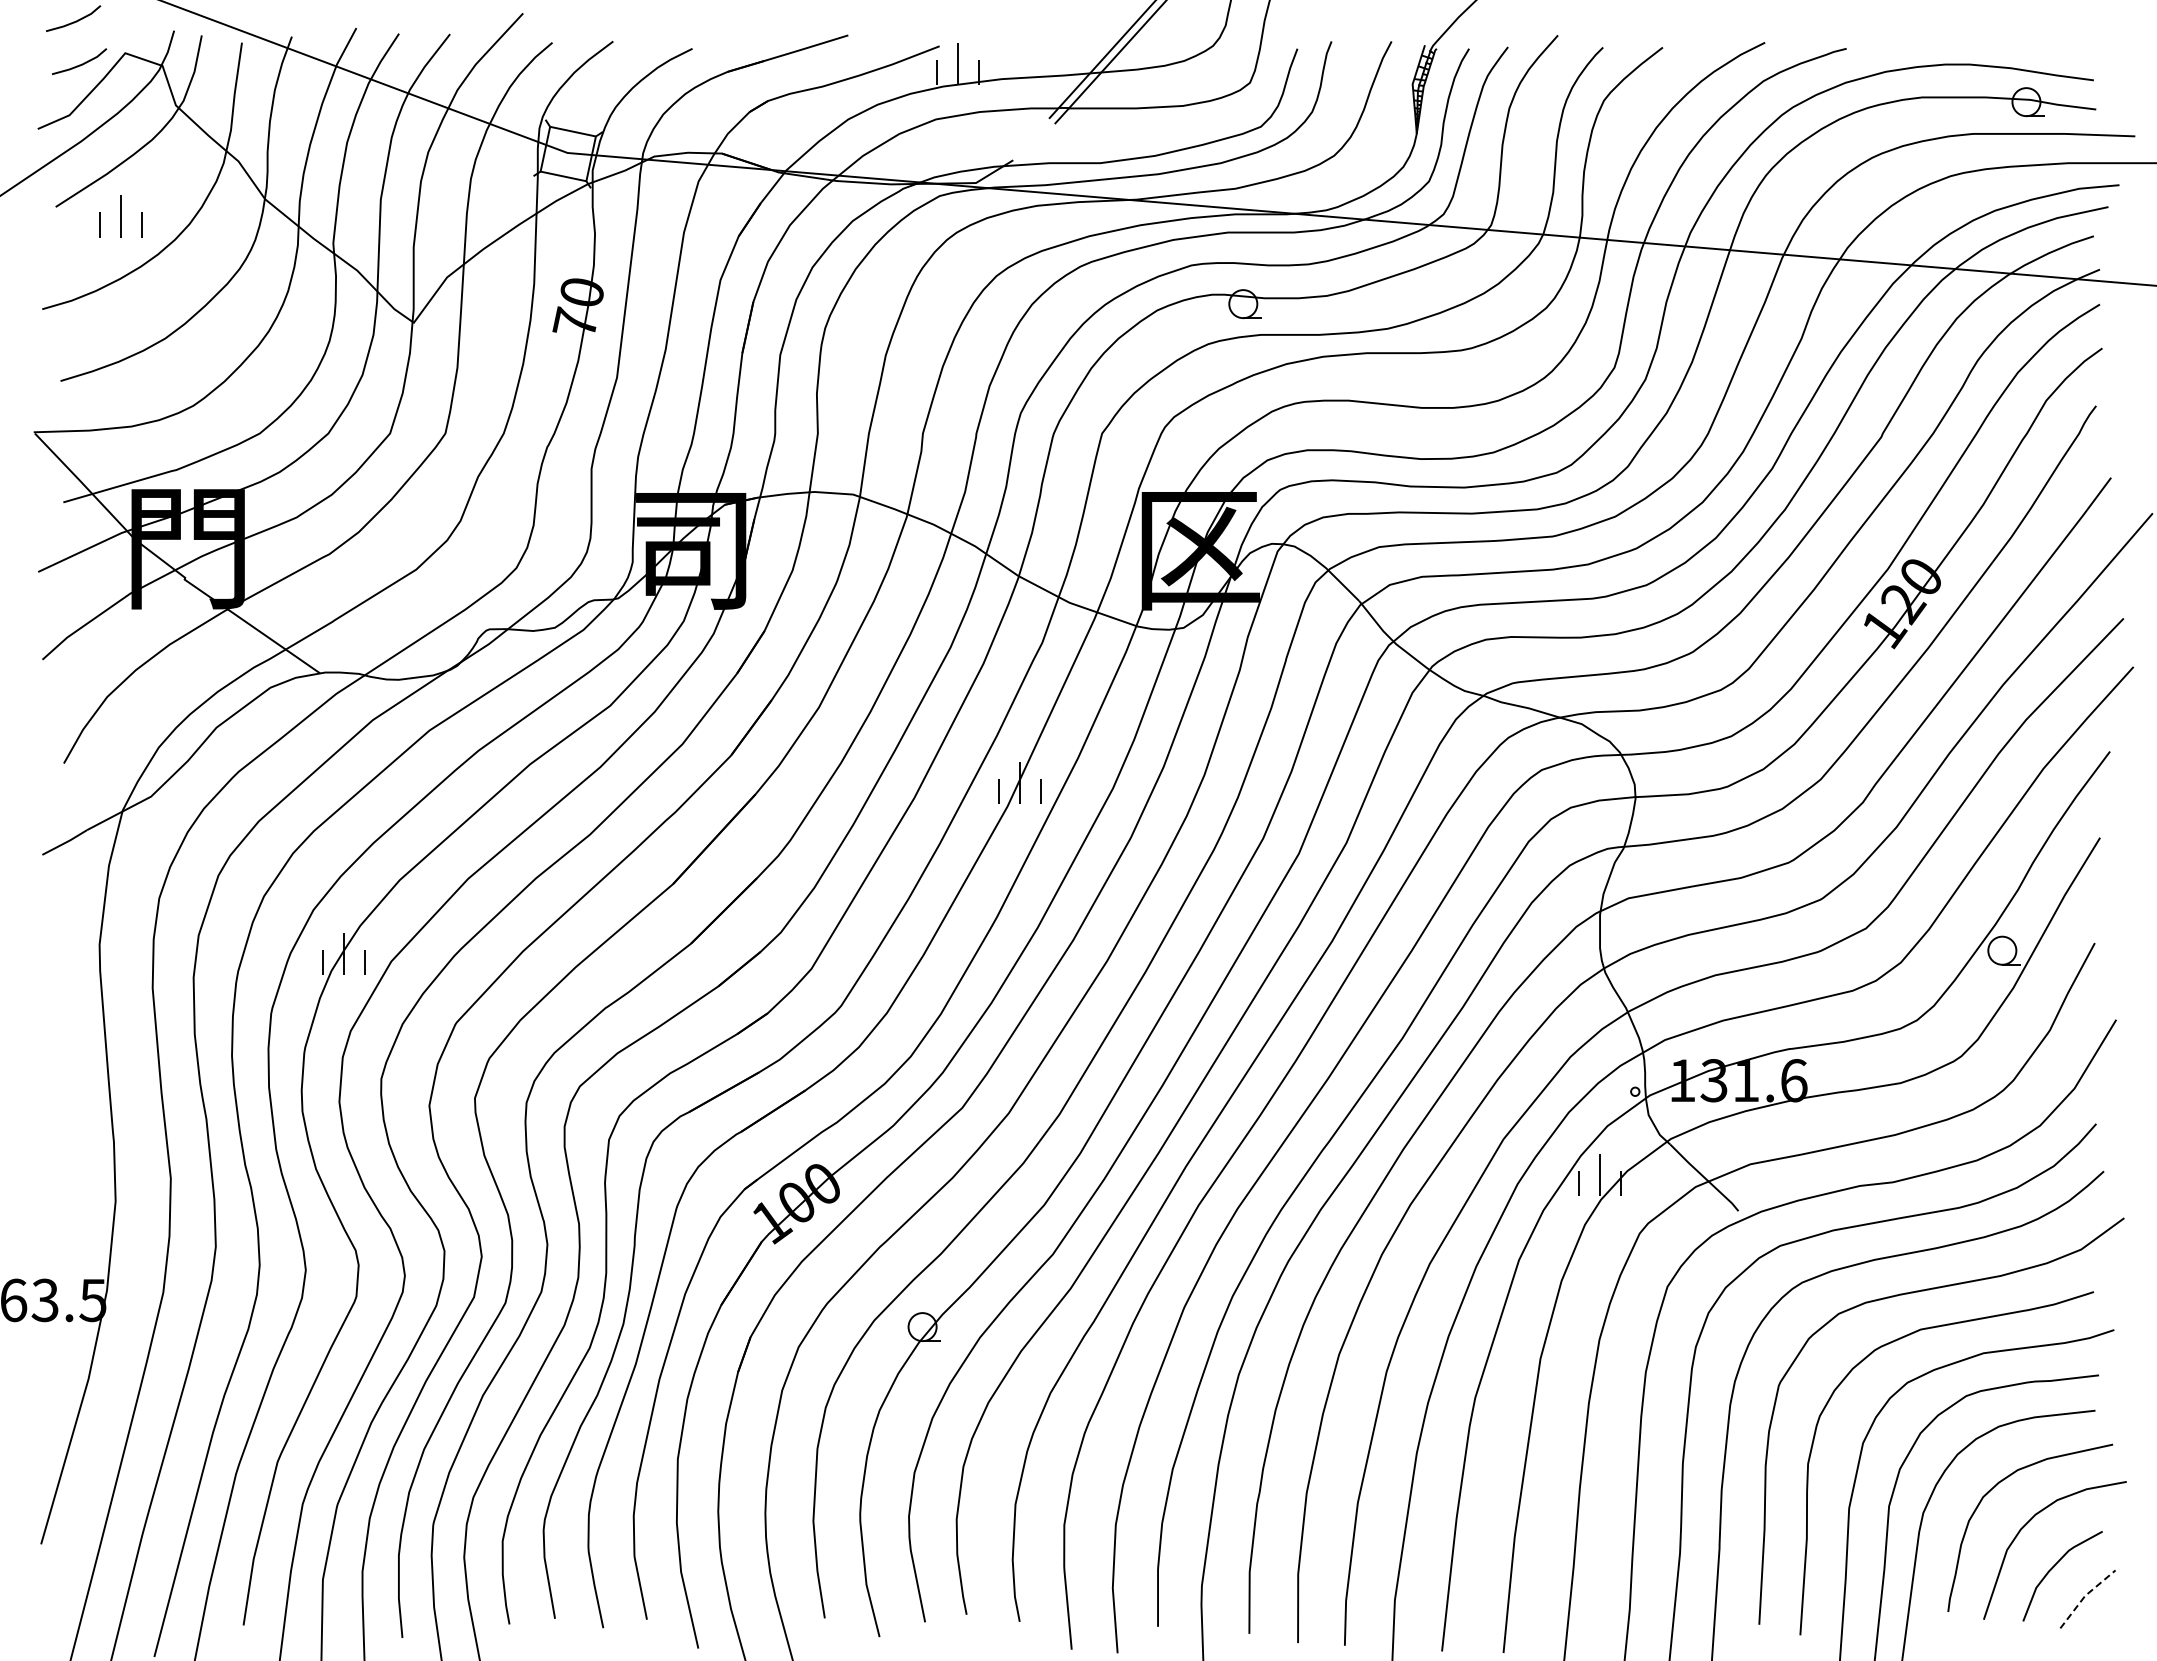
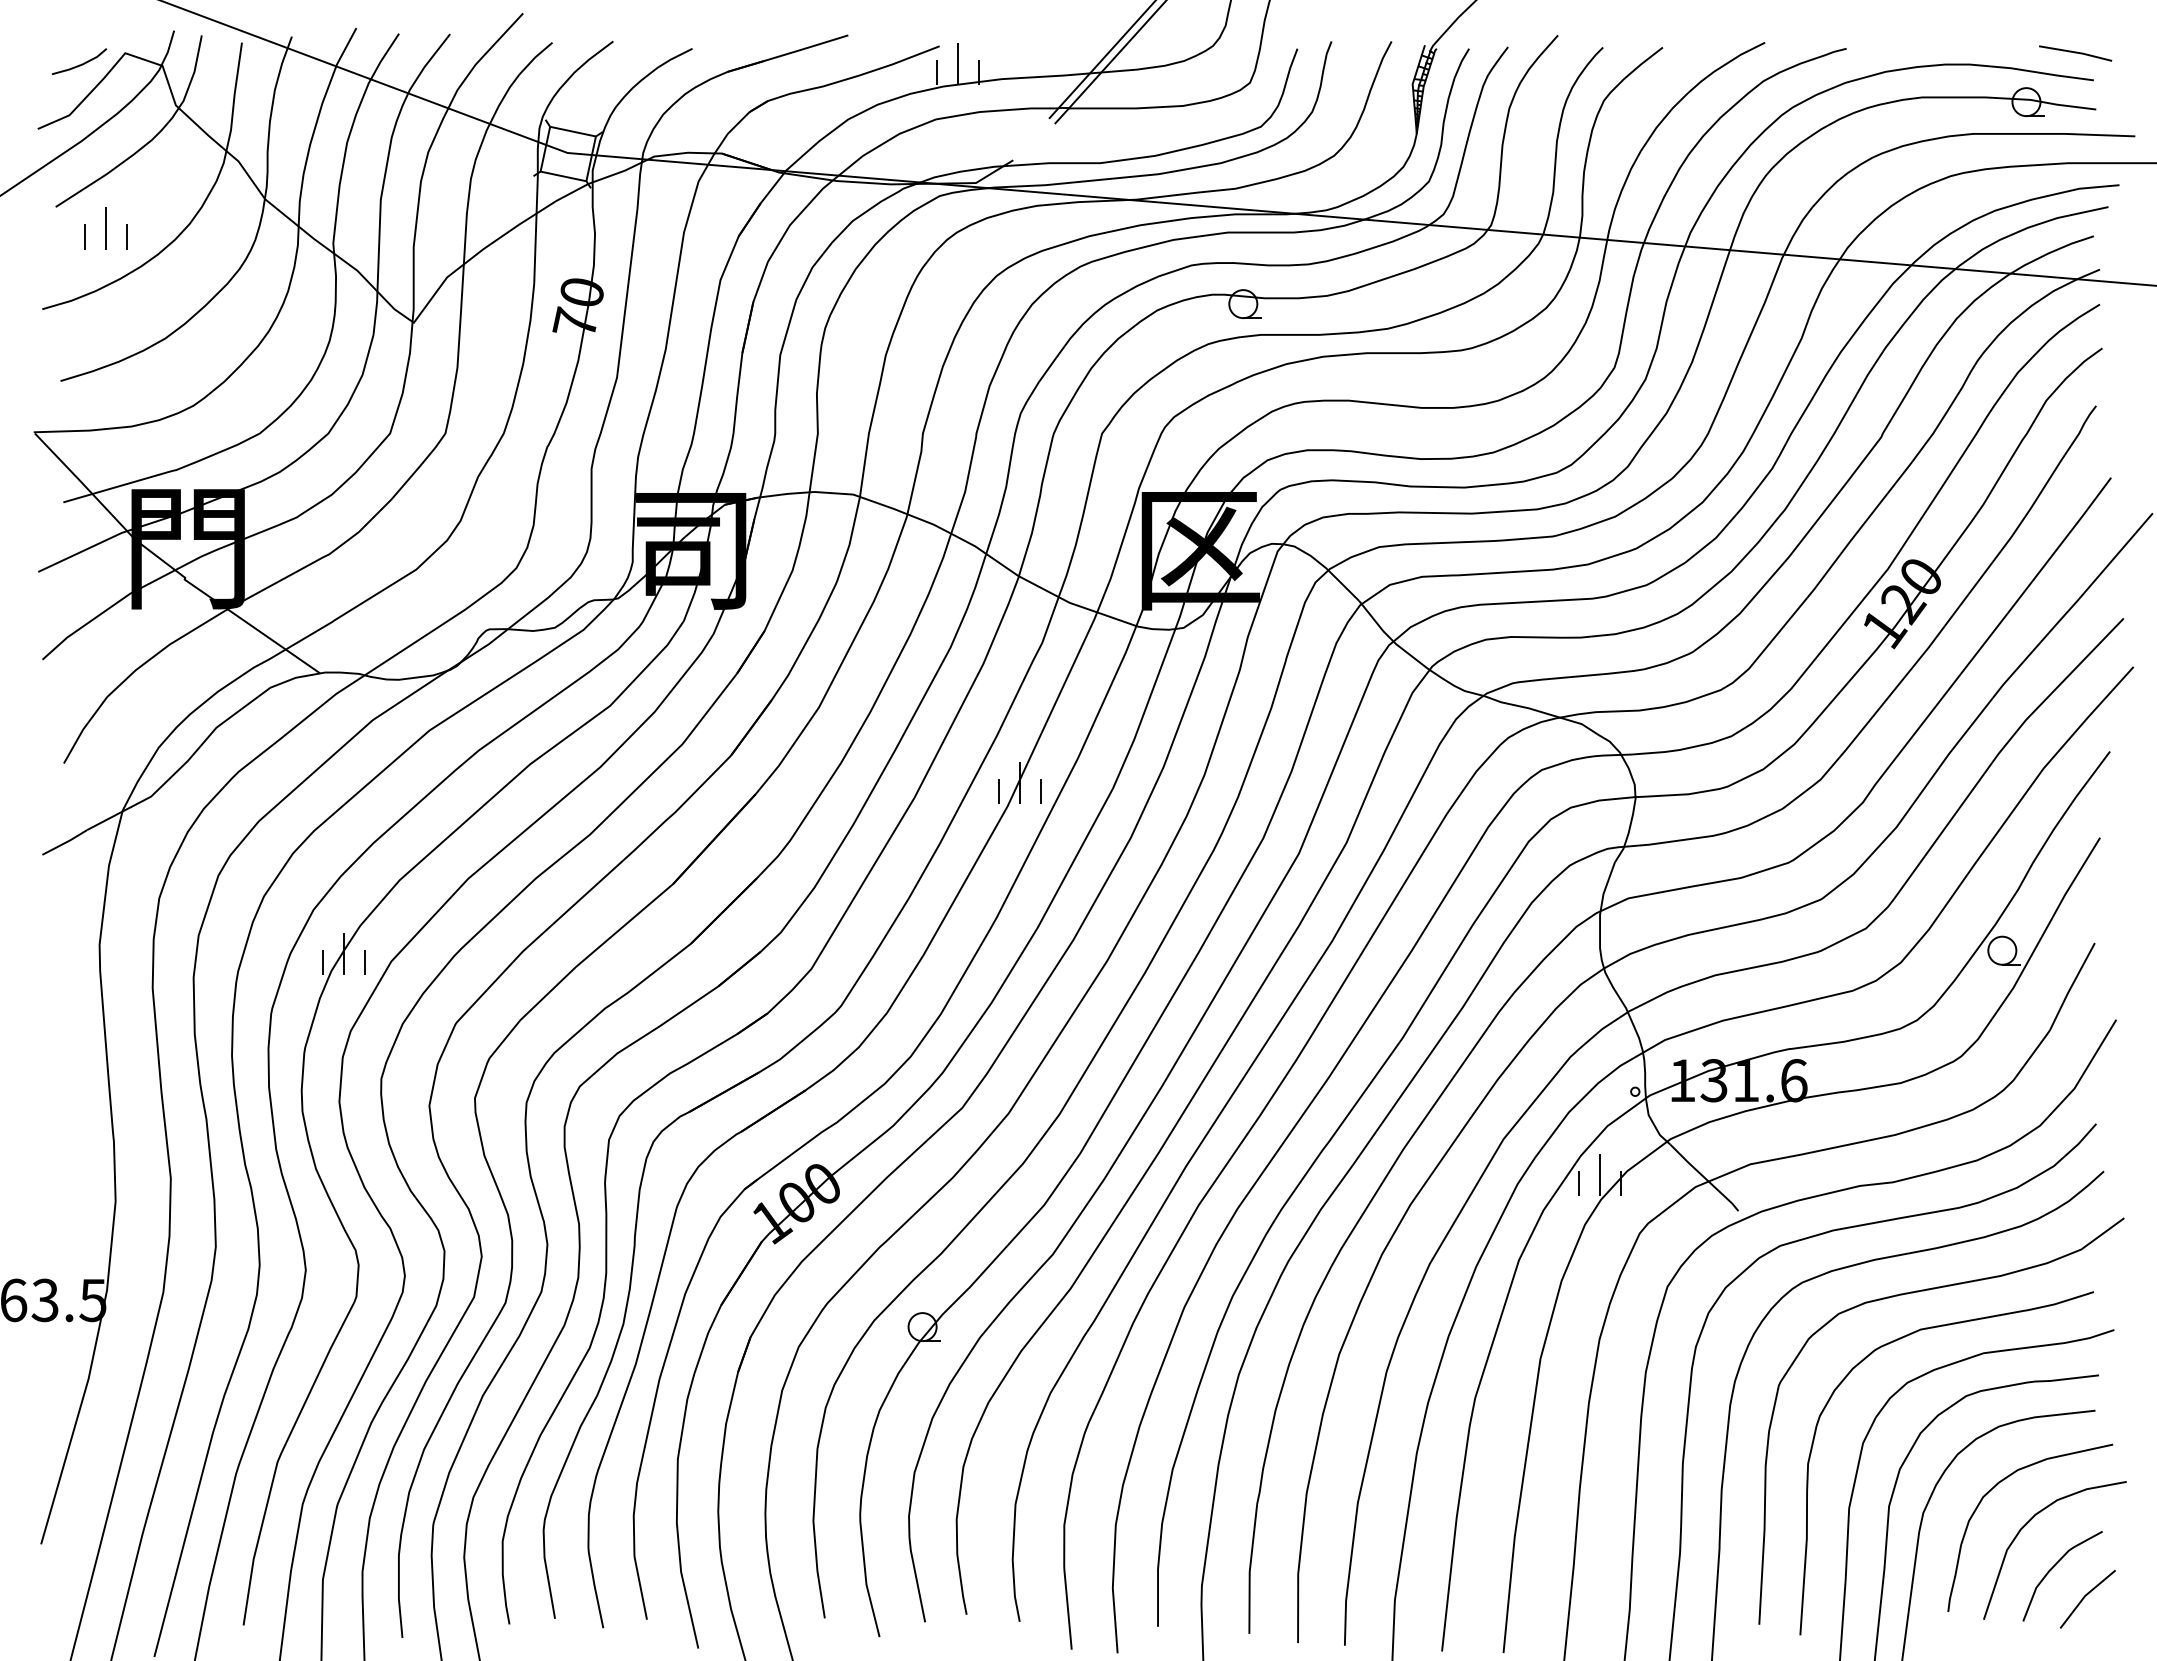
line at (75, 20): present -> none
line at (2075, 53): none -> present
part at (120, 216) position: (120, 216) -> (105, 228)
line at (2085, 1595): dashed -> solid
